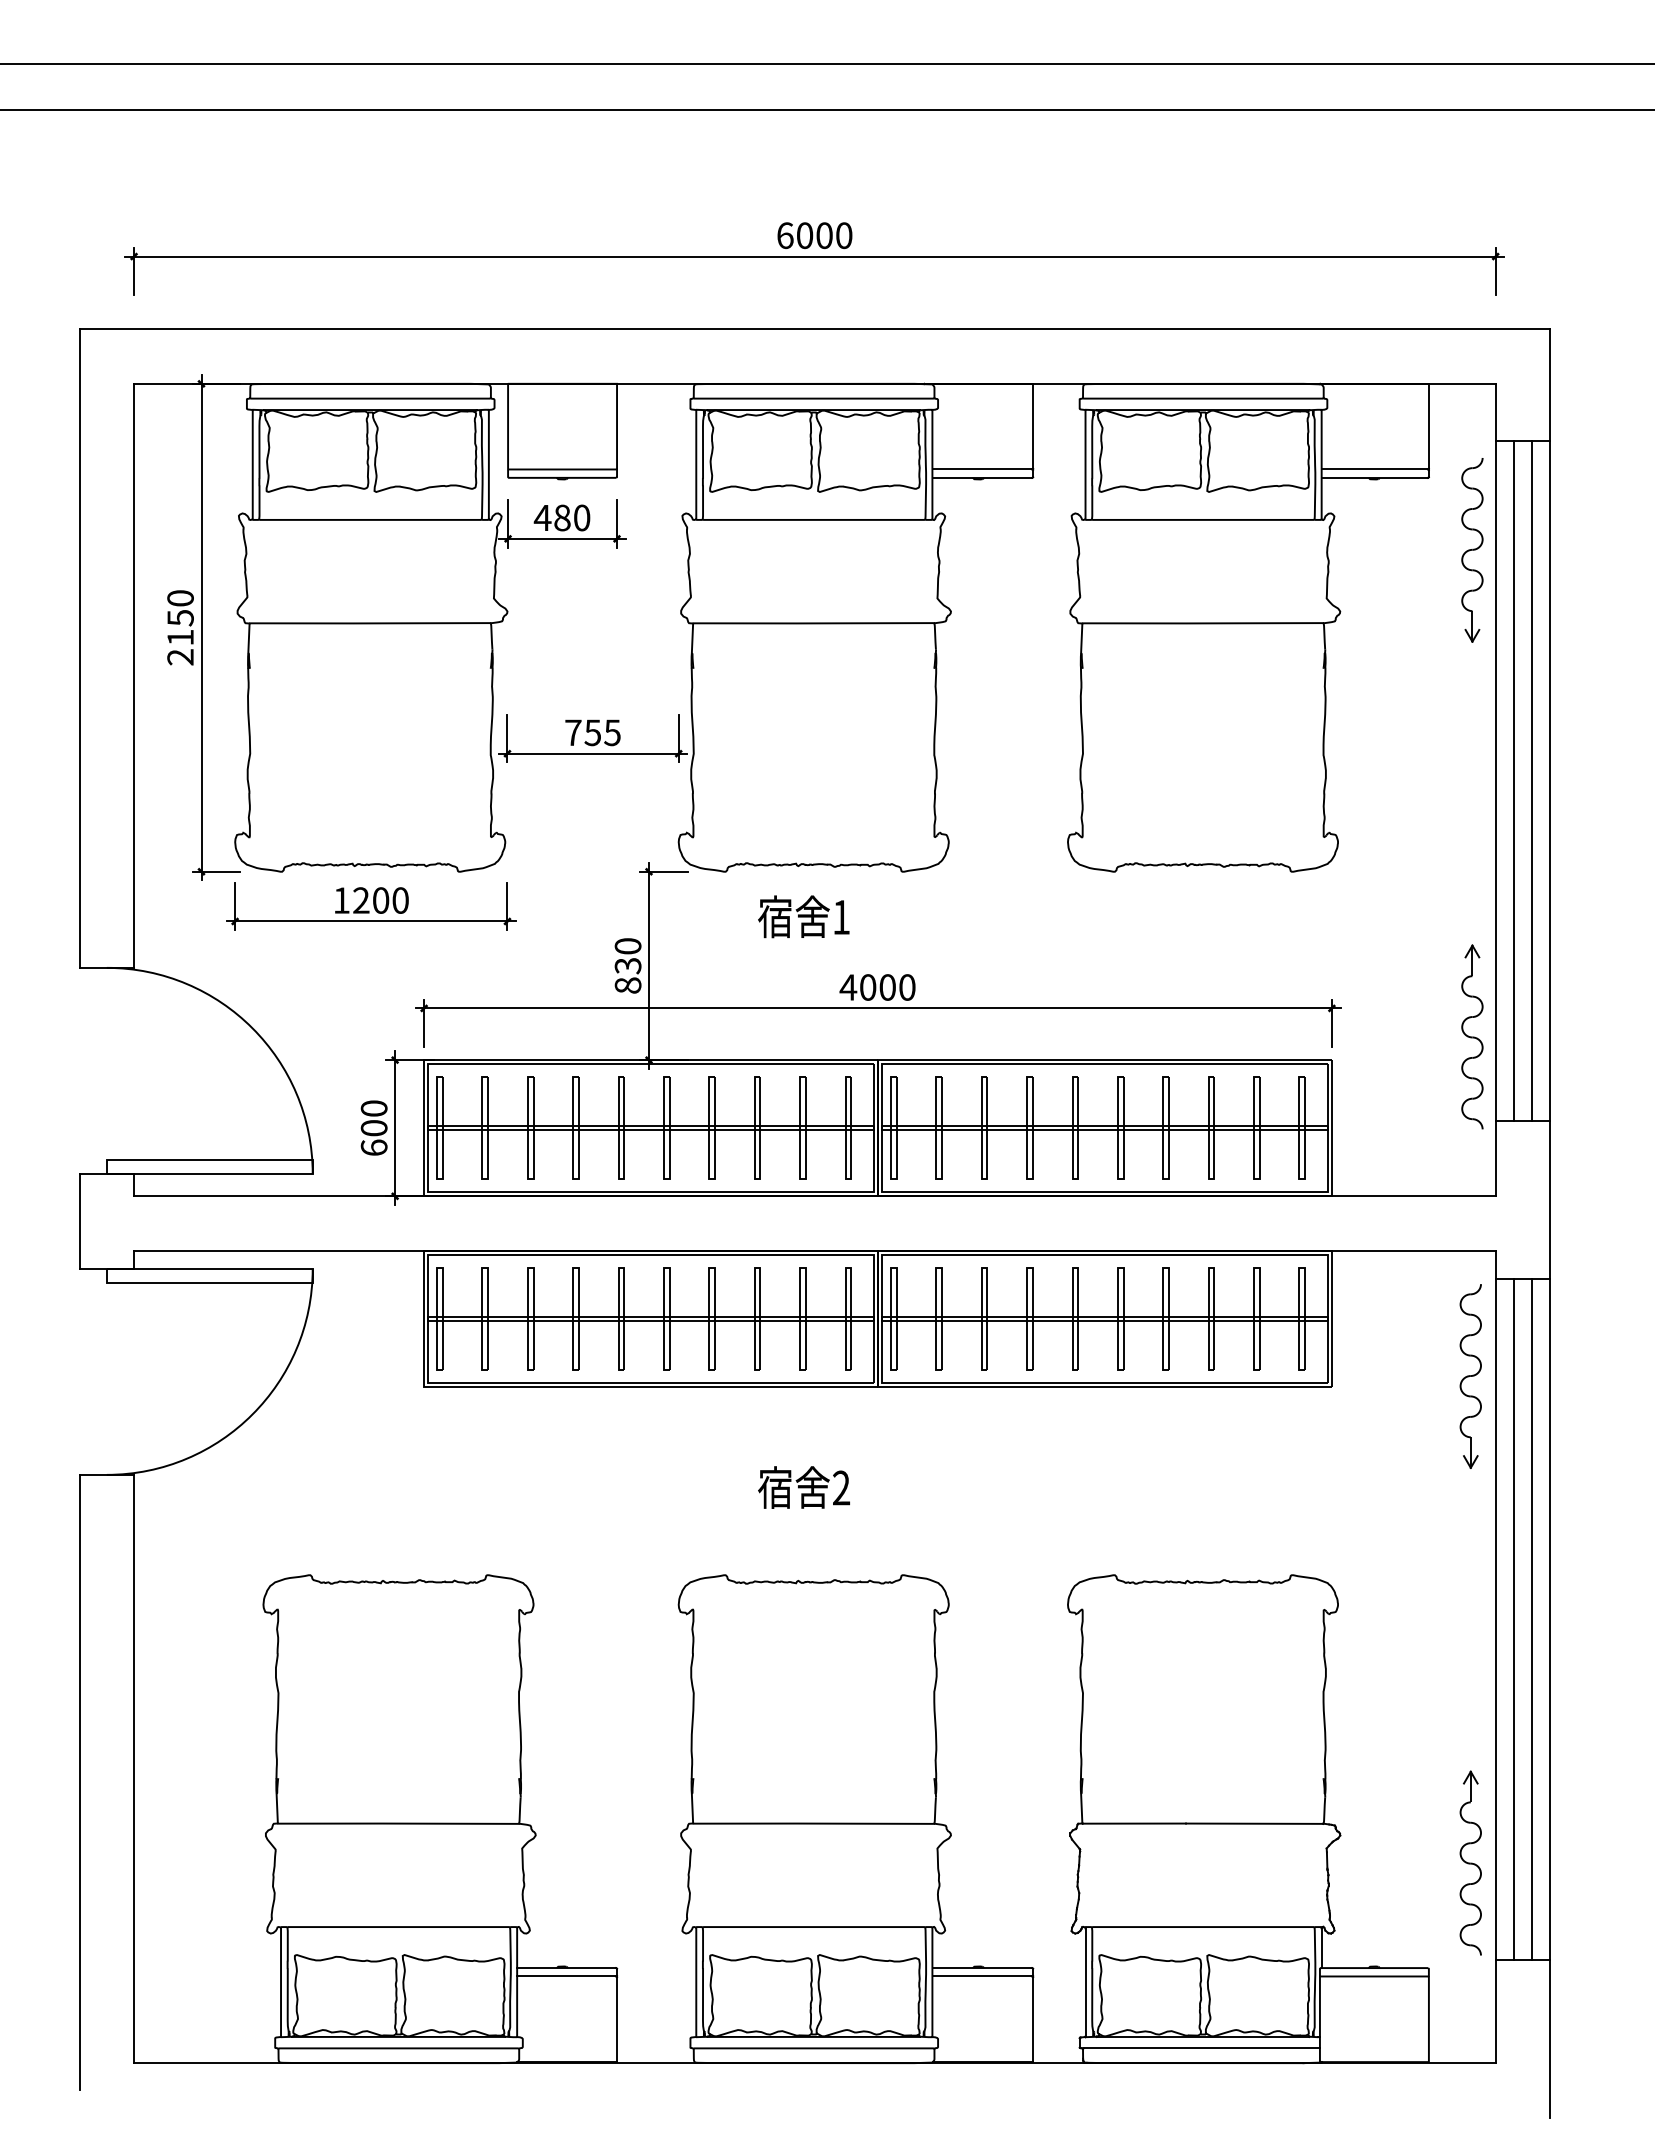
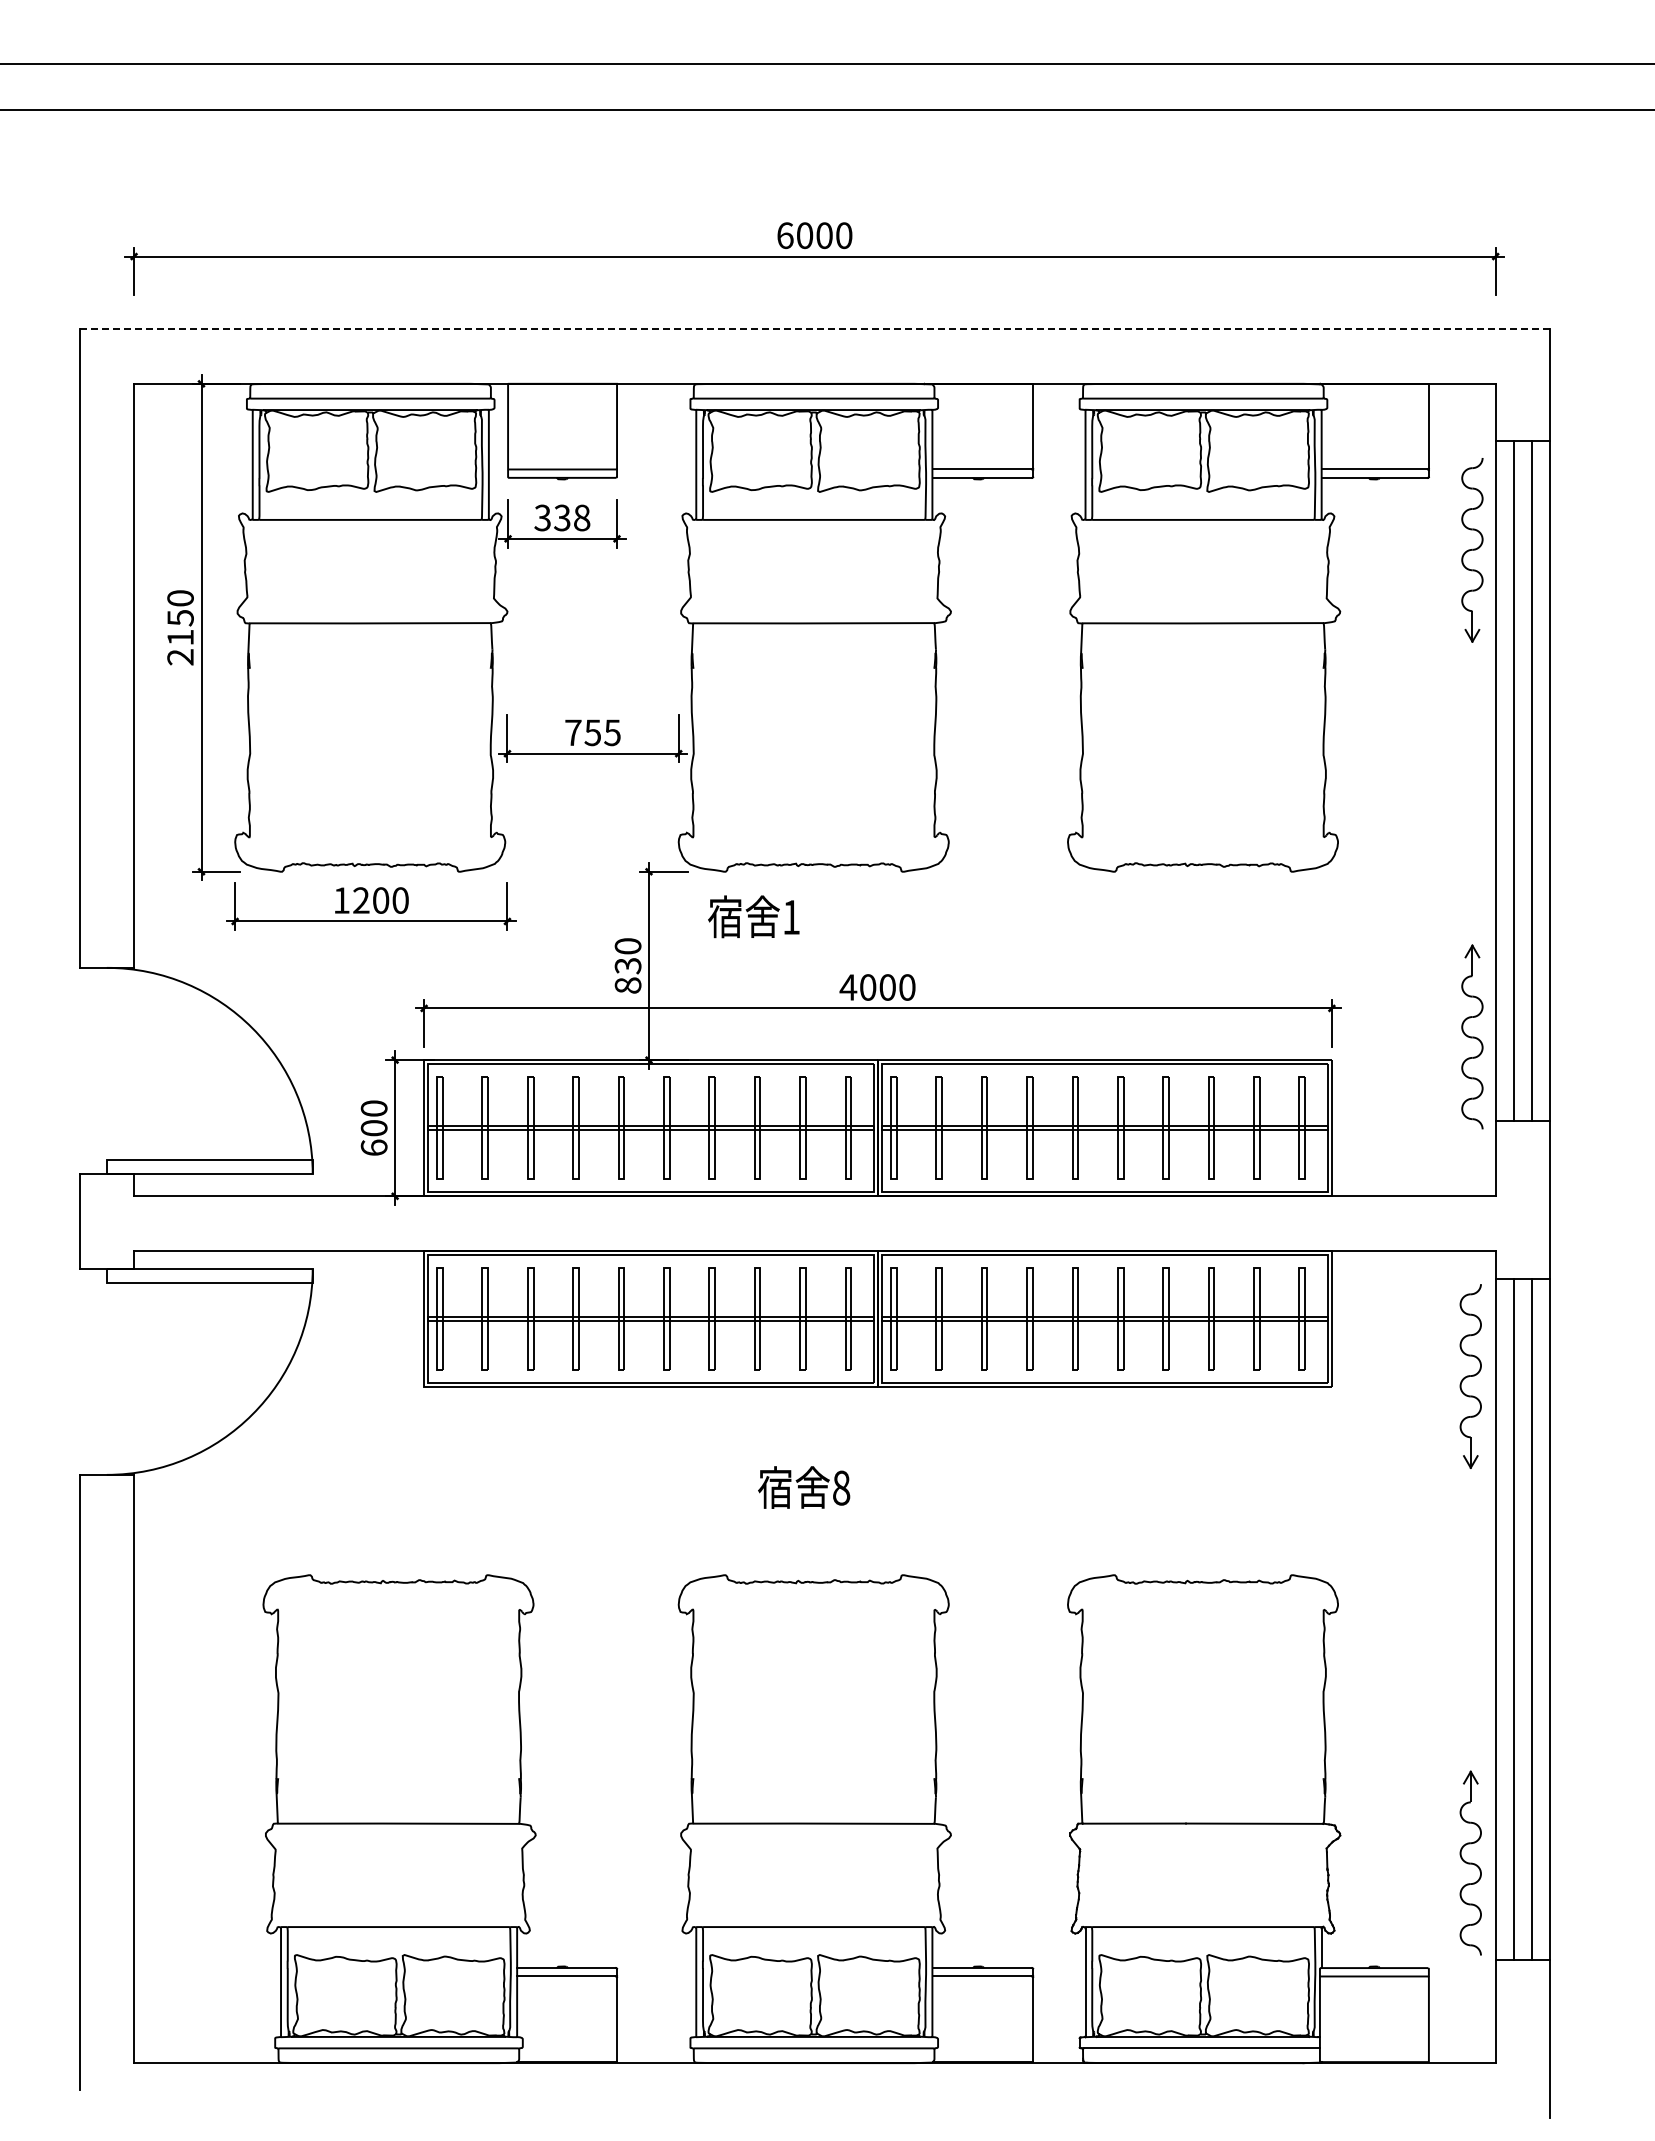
line at (814, 329): solid -> dashed
text at (561, 517): 480 -> 338
text at (803, 916) position: (803, 916) -> (753, 916)
text at (841, 1487): 2 -> 8
